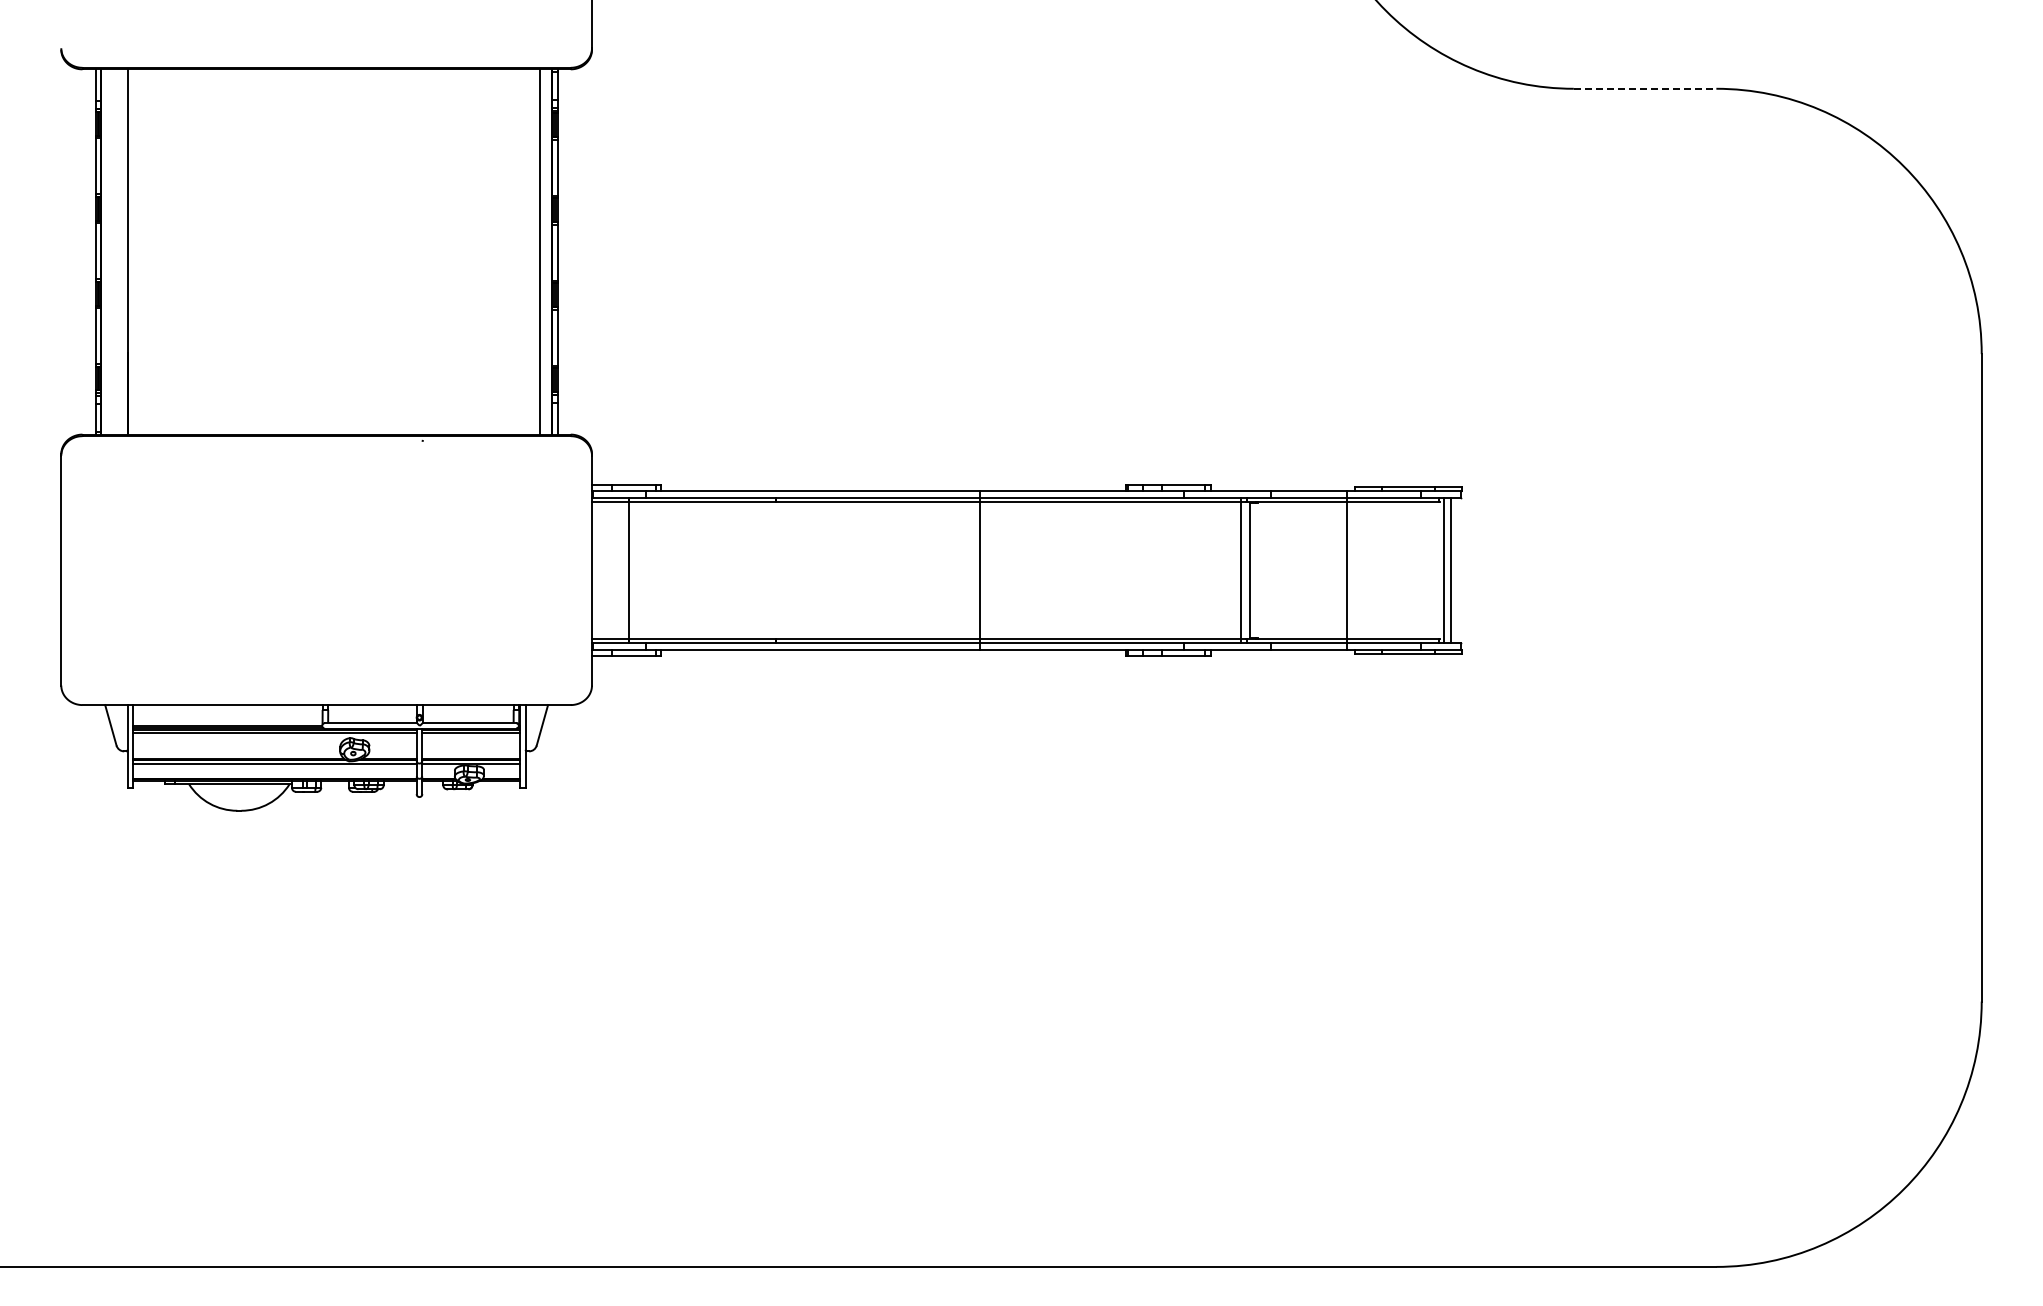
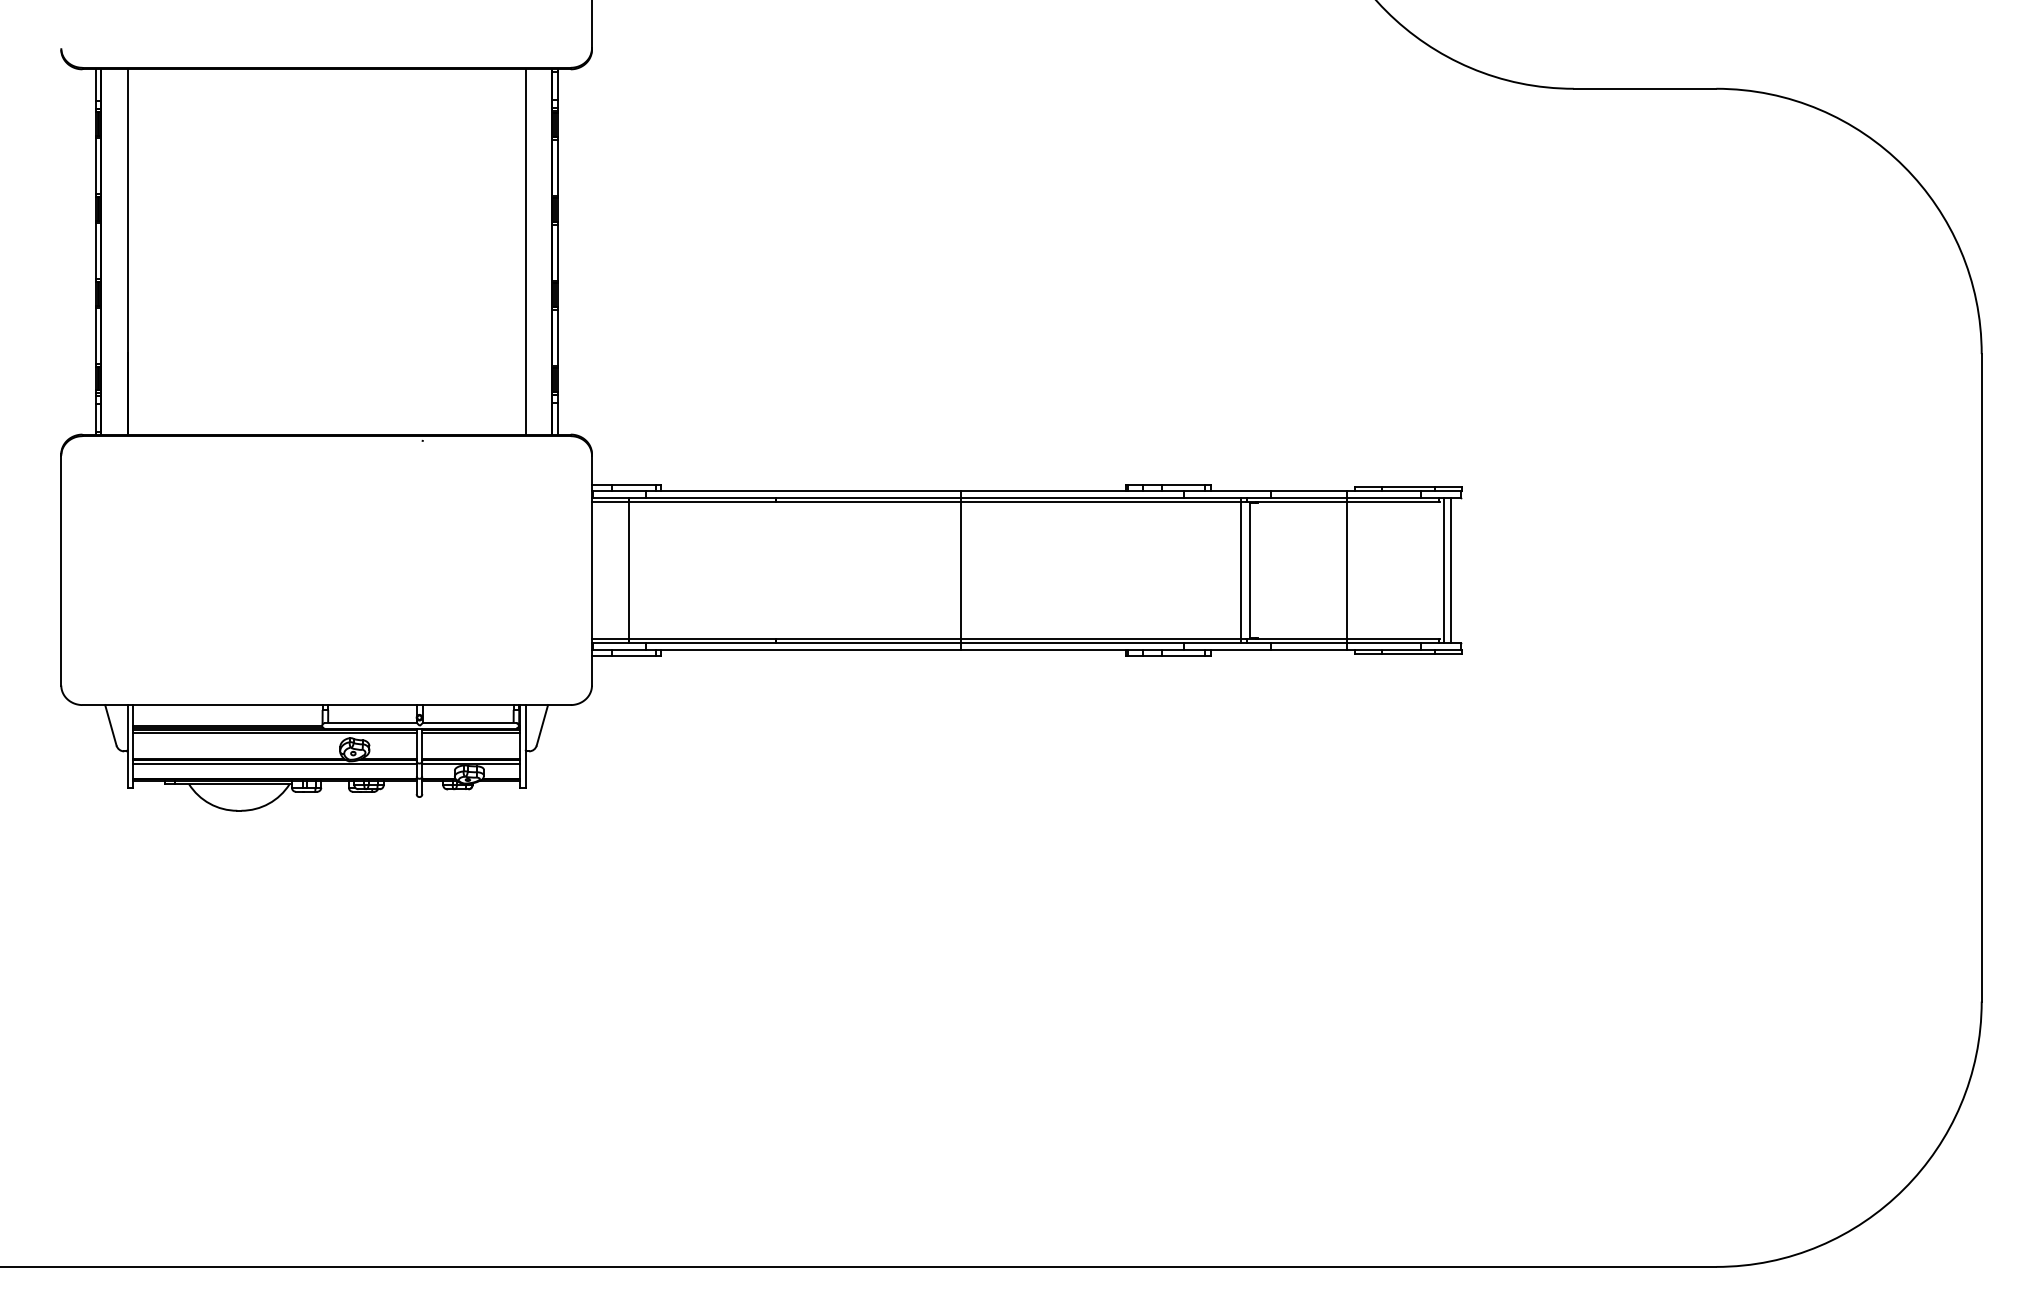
line at (1645, 88): dashed -> solid
line at (539, 251) position: (539, 251) -> (525, 251)
line at (980, 570) position: (980, 570) -> (961, 570)
